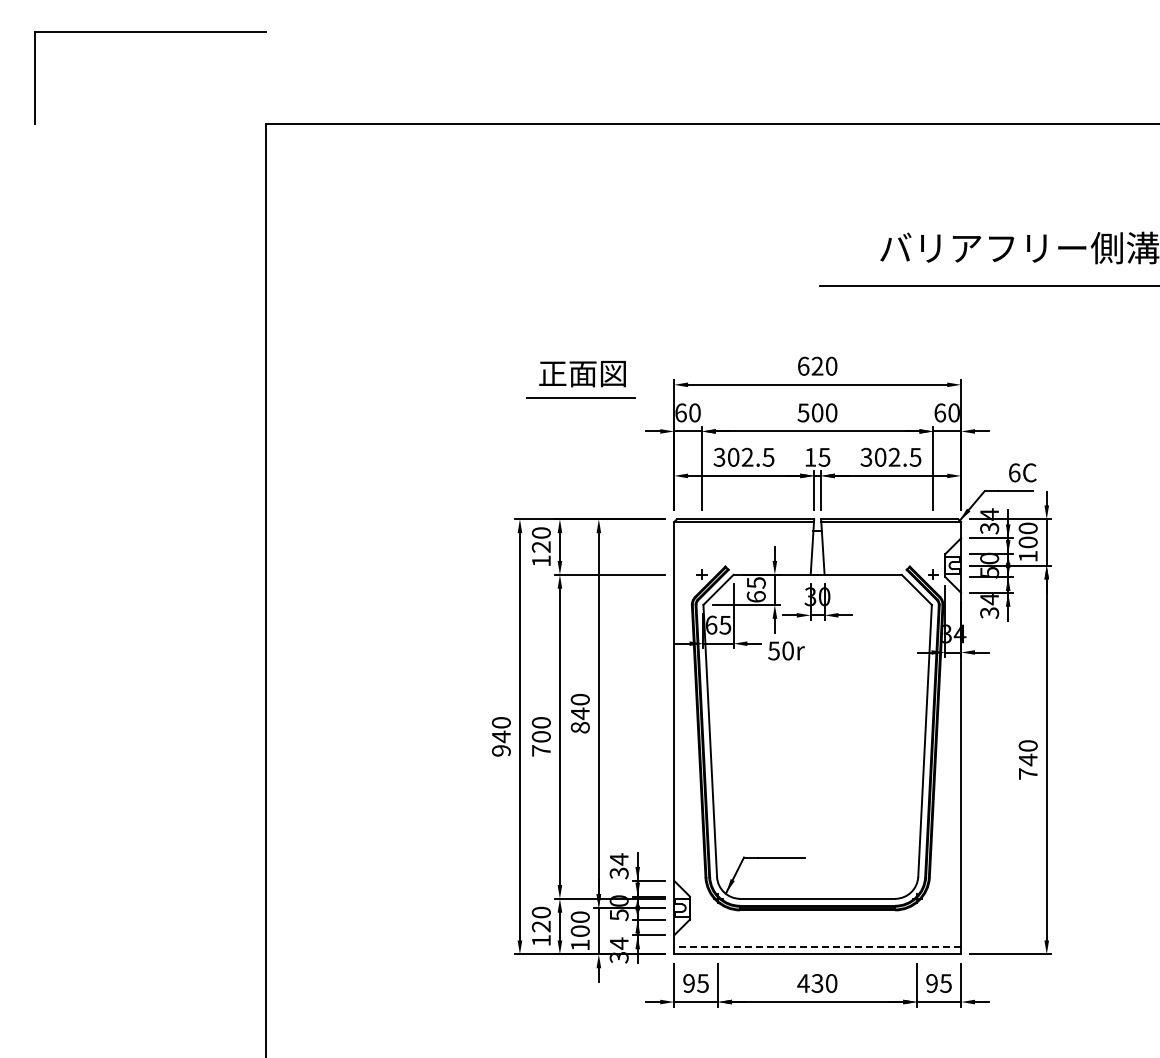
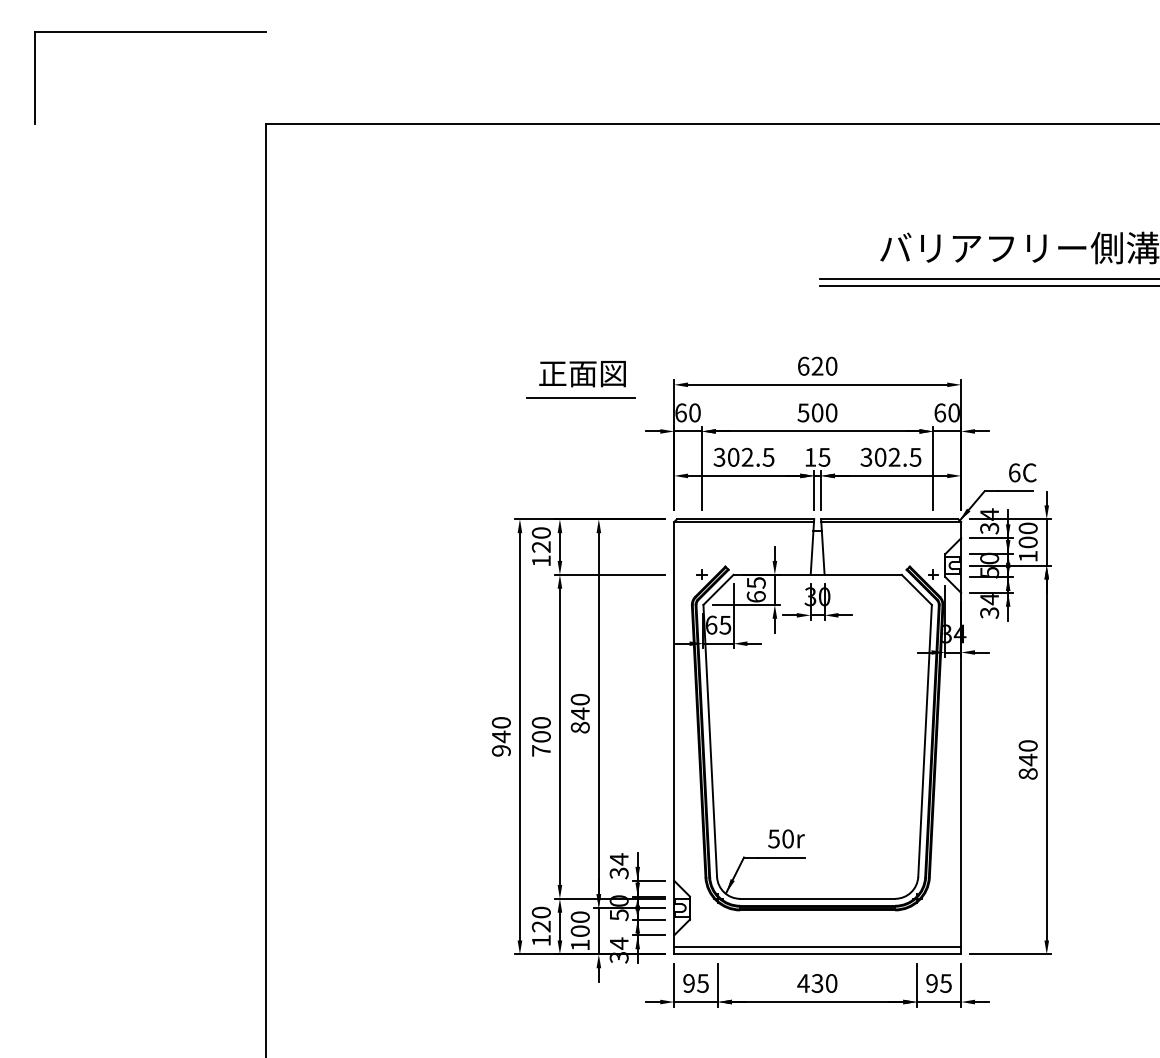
line at (987, 278): none -> present
text at (786, 650) position: (786, 650) -> (786, 838)
text at (1027, 773): 740 -> 840
line at (817, 947): dashed -> solid
